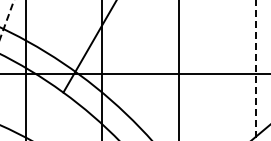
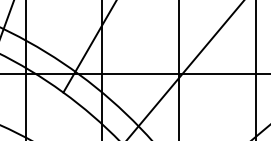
line at (7, 18): dashed -> solid
line at (185, 69): none -> present
line at (255, 70): dashed -> solid
